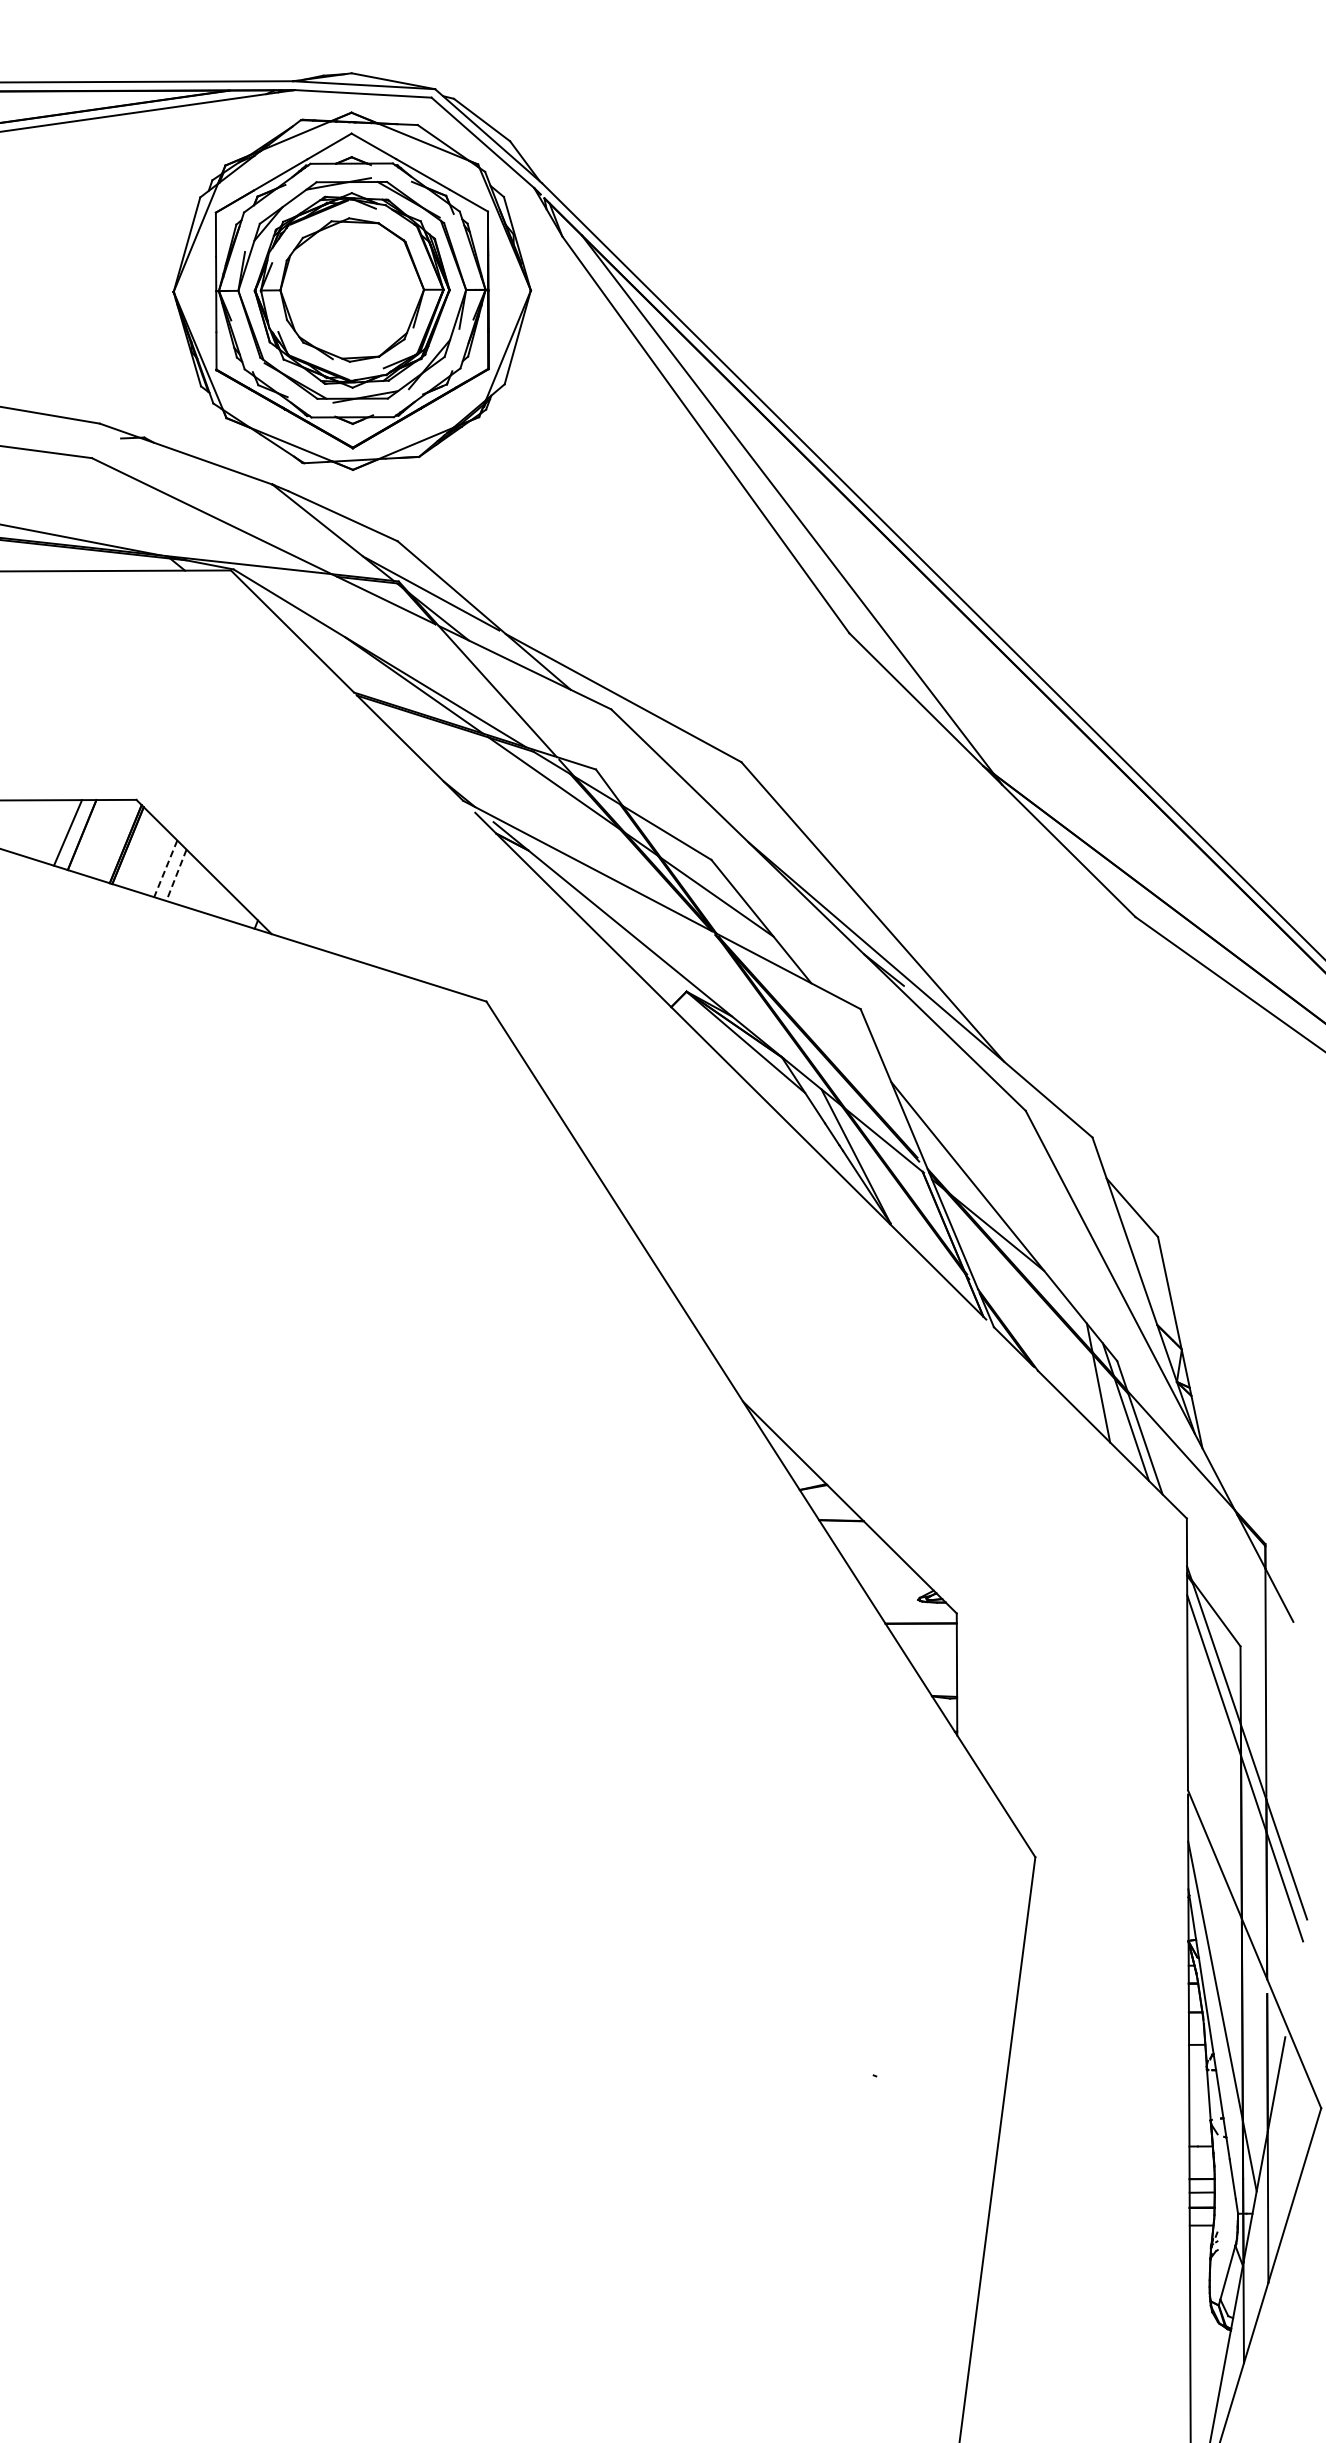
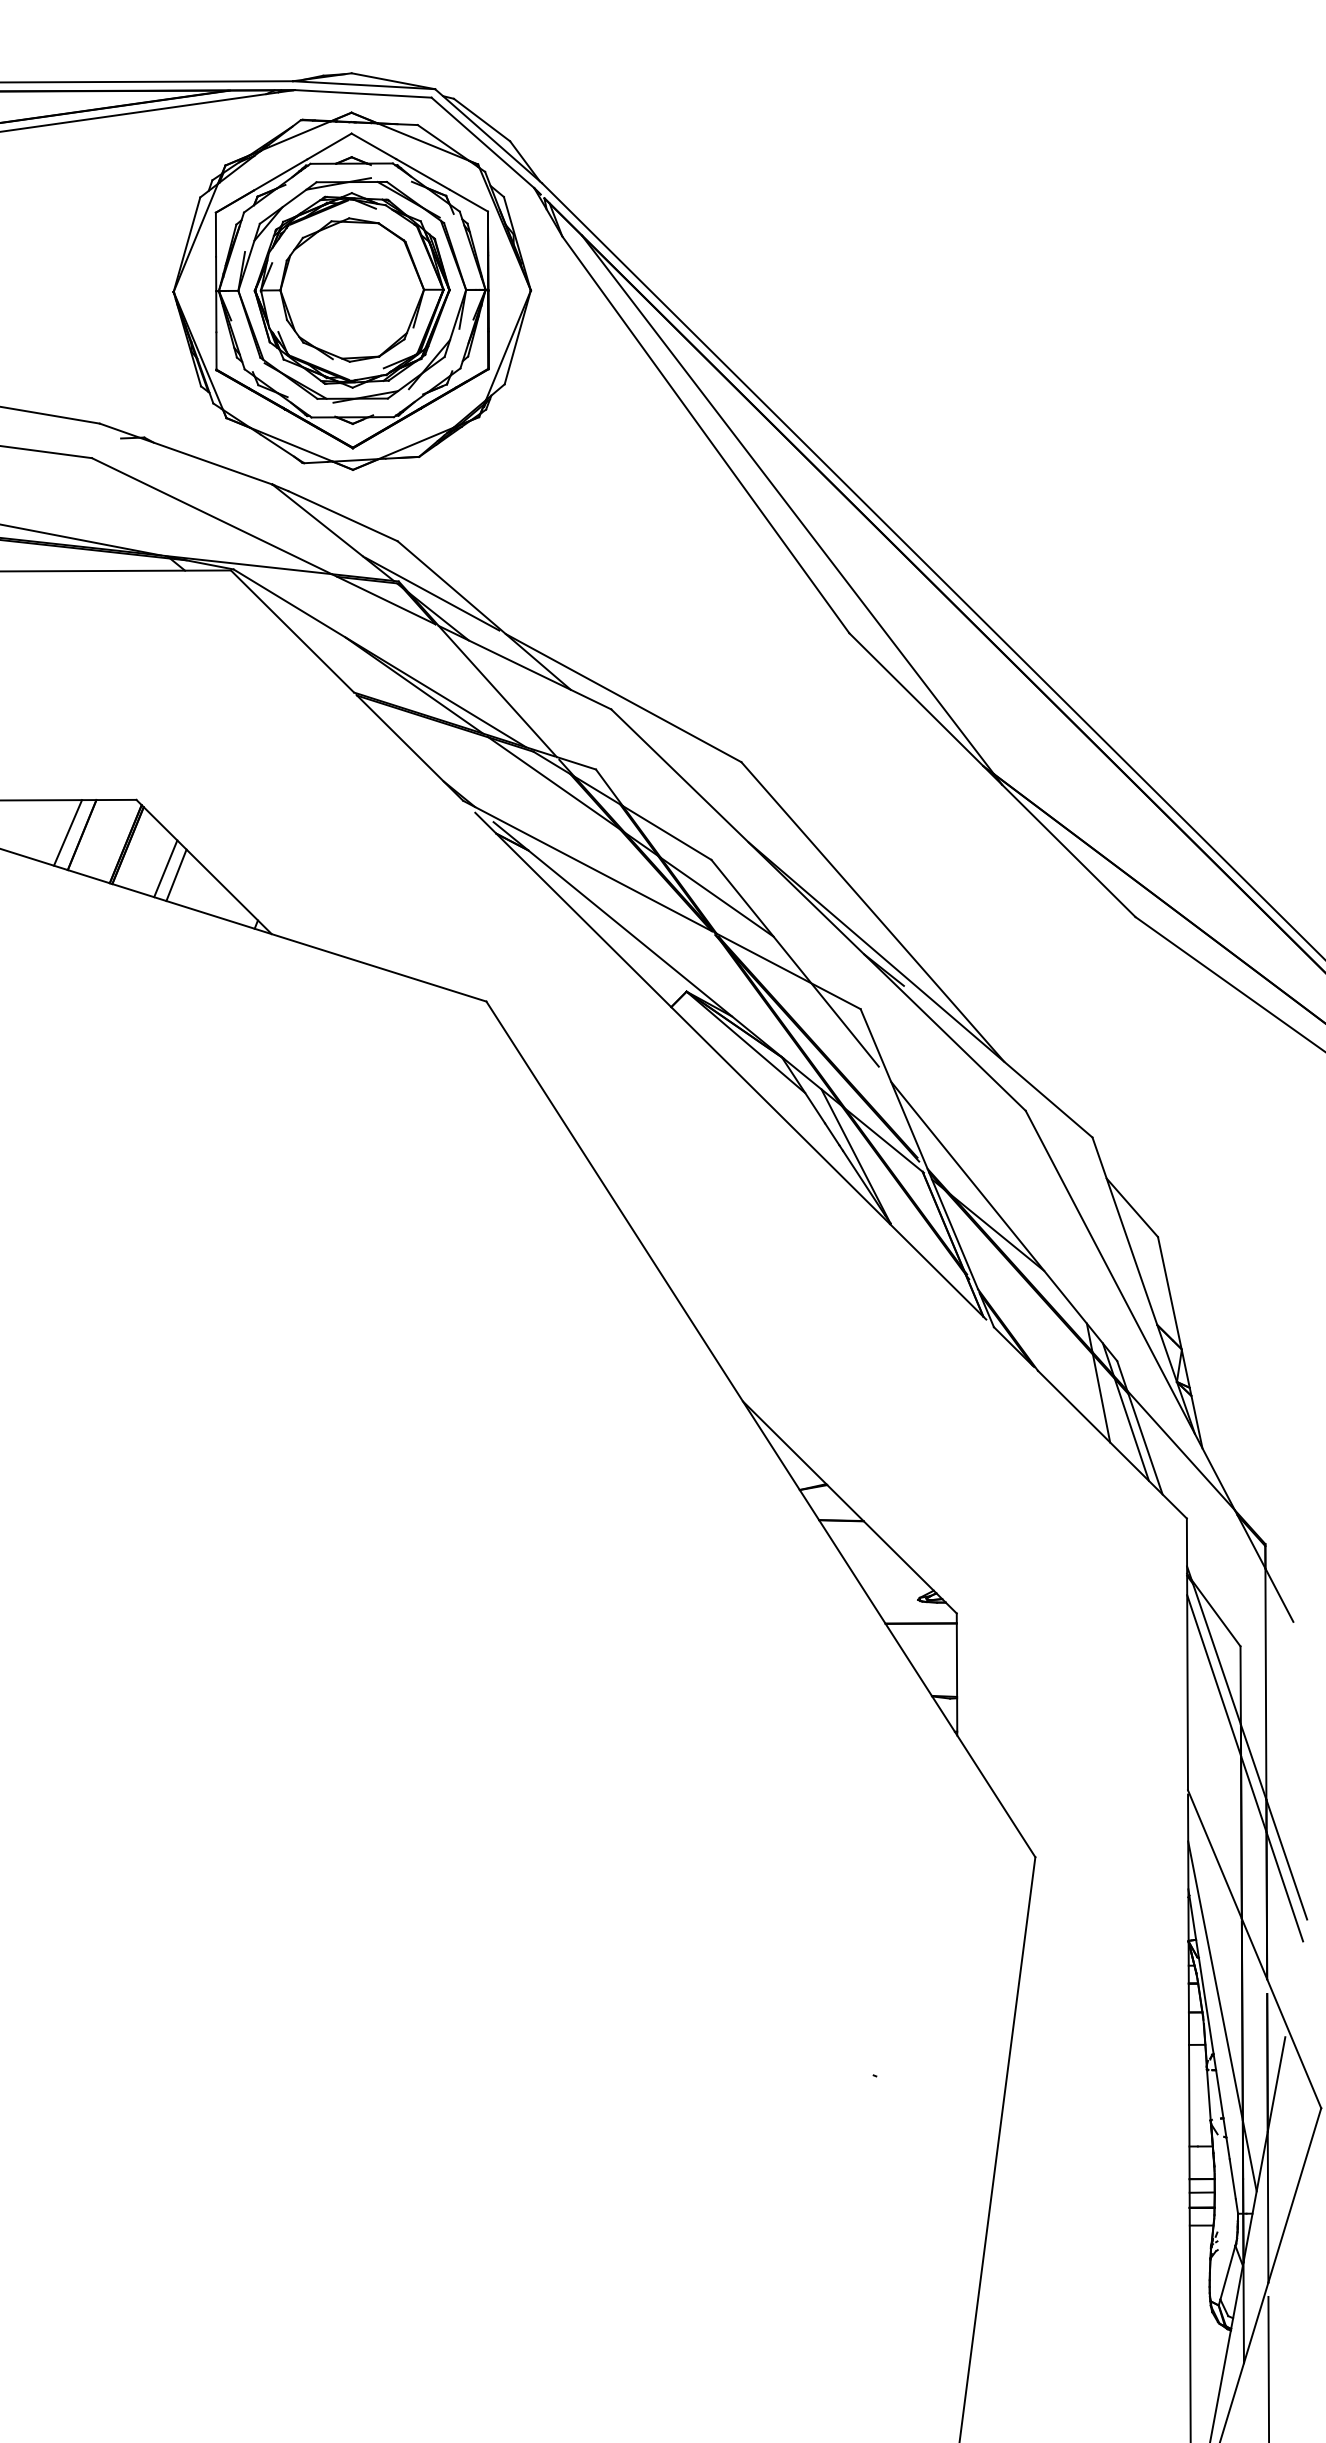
line at (165, 868): dashed -> solid
line at (176, 875): dashed -> solid
line at (845, 1025): none -> present
line at (1268, 2367): none -> present
